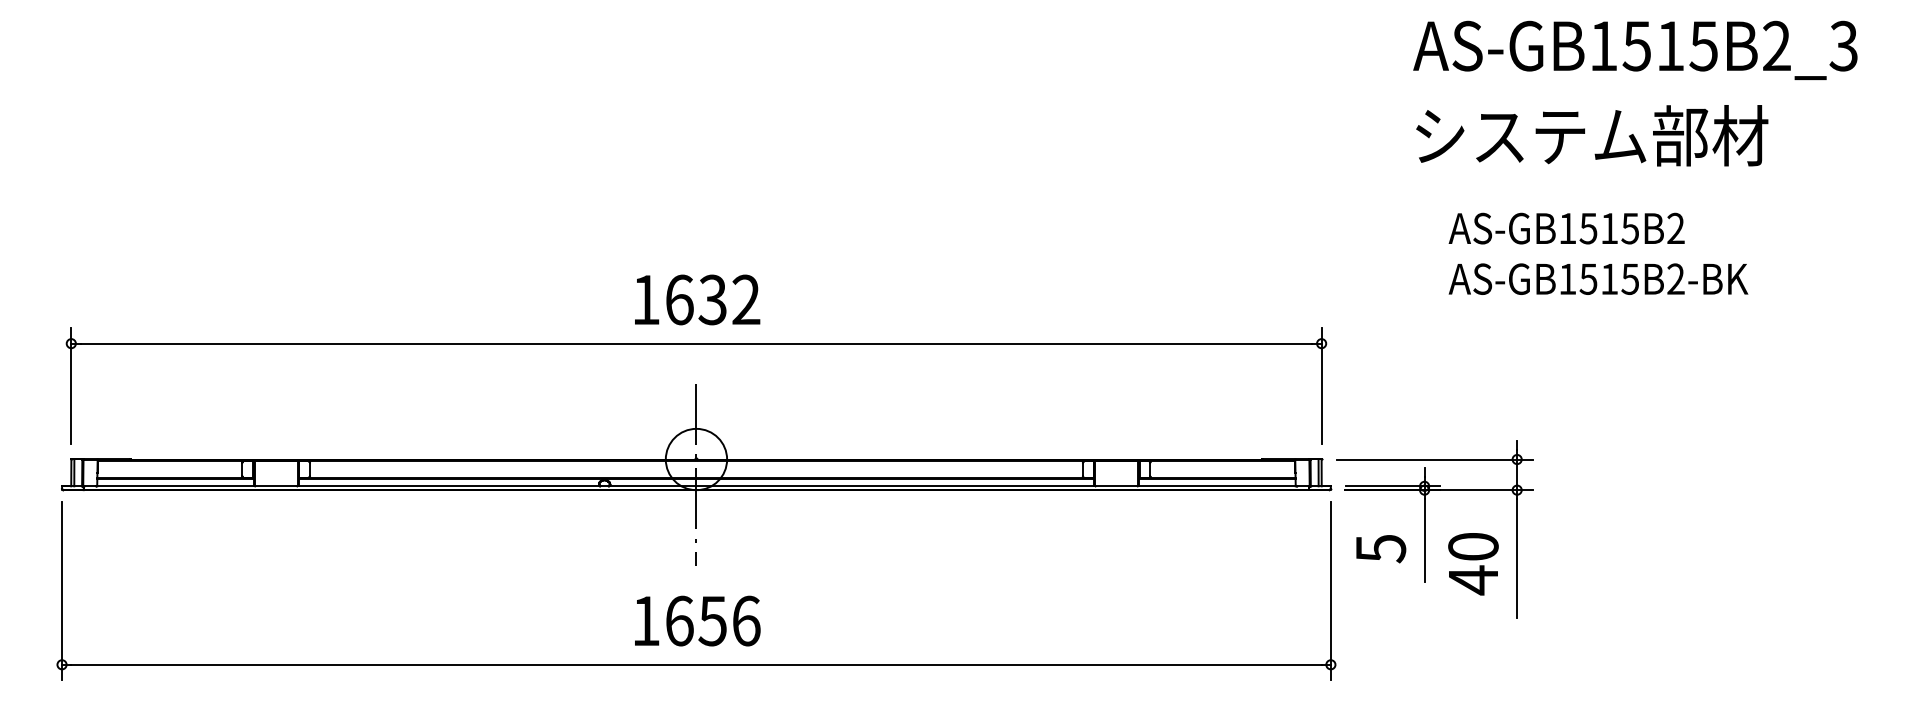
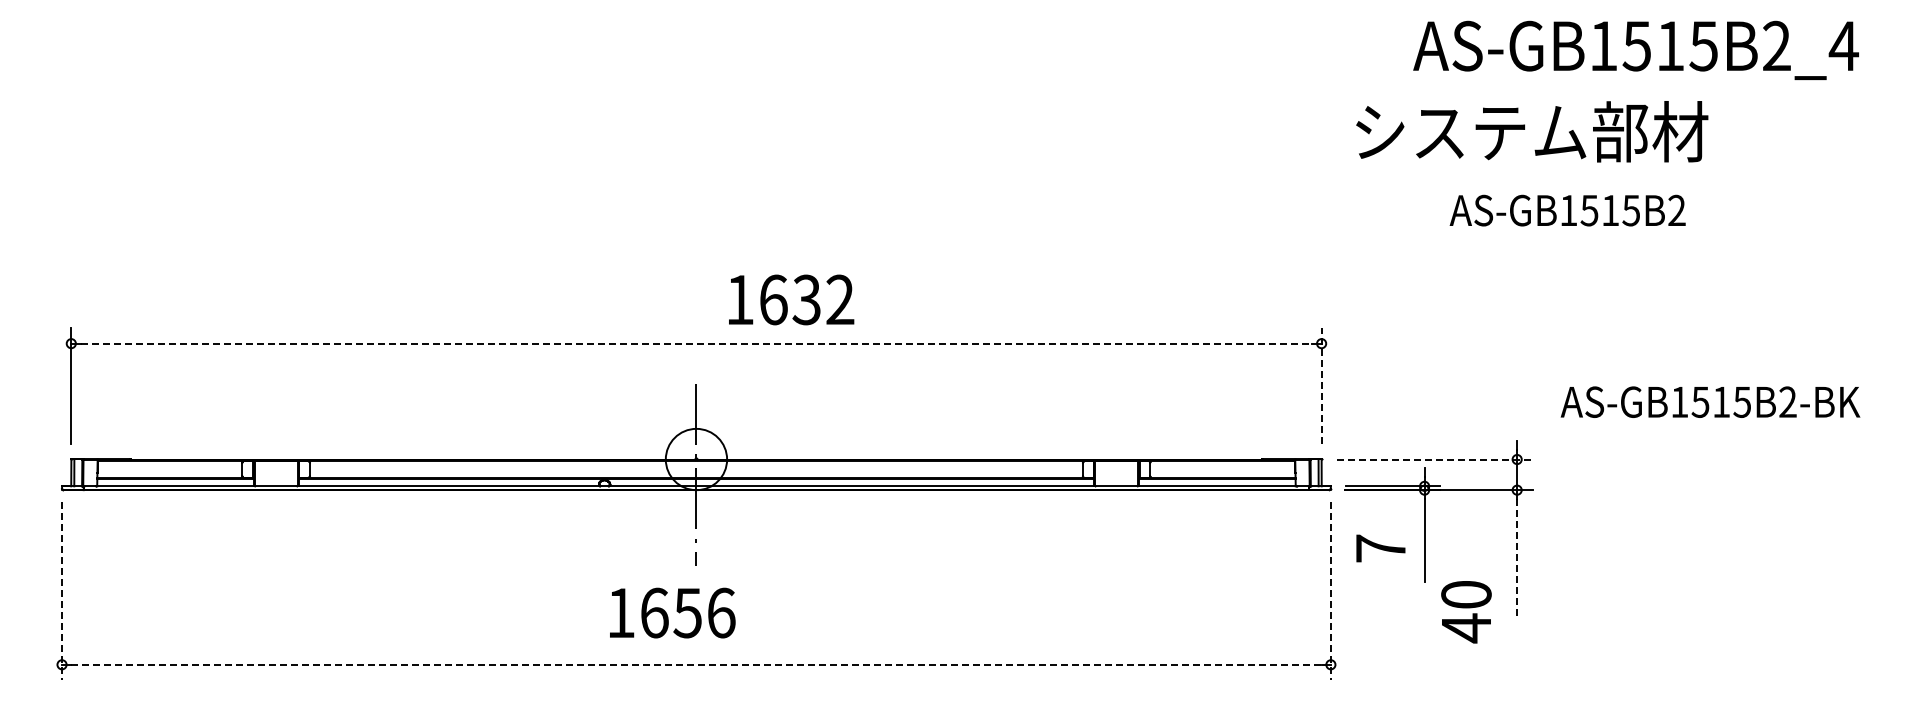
text at (1843, 45): AS-GB1515B2_3 -> AS-GB1515B2_4
text at (1592, 135) position: (1592, 135) -> (1532, 131)
text at (1566, 228) position: (1566, 228) -> (1567, 210)
text at (1598, 278) position: (1598, 278) -> (1710, 401)
text at (697, 299) position: (697, 299) -> (791, 299)
line at (696, 343): solid -> dashed
line at (1321, 386): solid -> dashed
line at (1434, 459): solid -> dashed
text at (1381, 548): 5 -> 7
line at (1517, 559): solid -> dashed
text at (1473, 564) position: (1473, 564) -> (1466, 612)
line at (62, 591): solid -> dashed
line at (1330, 591): solid -> dashed
text at (697, 620) position: (697, 620) -> (672, 612)
line at (696, 664): solid -> dashed
